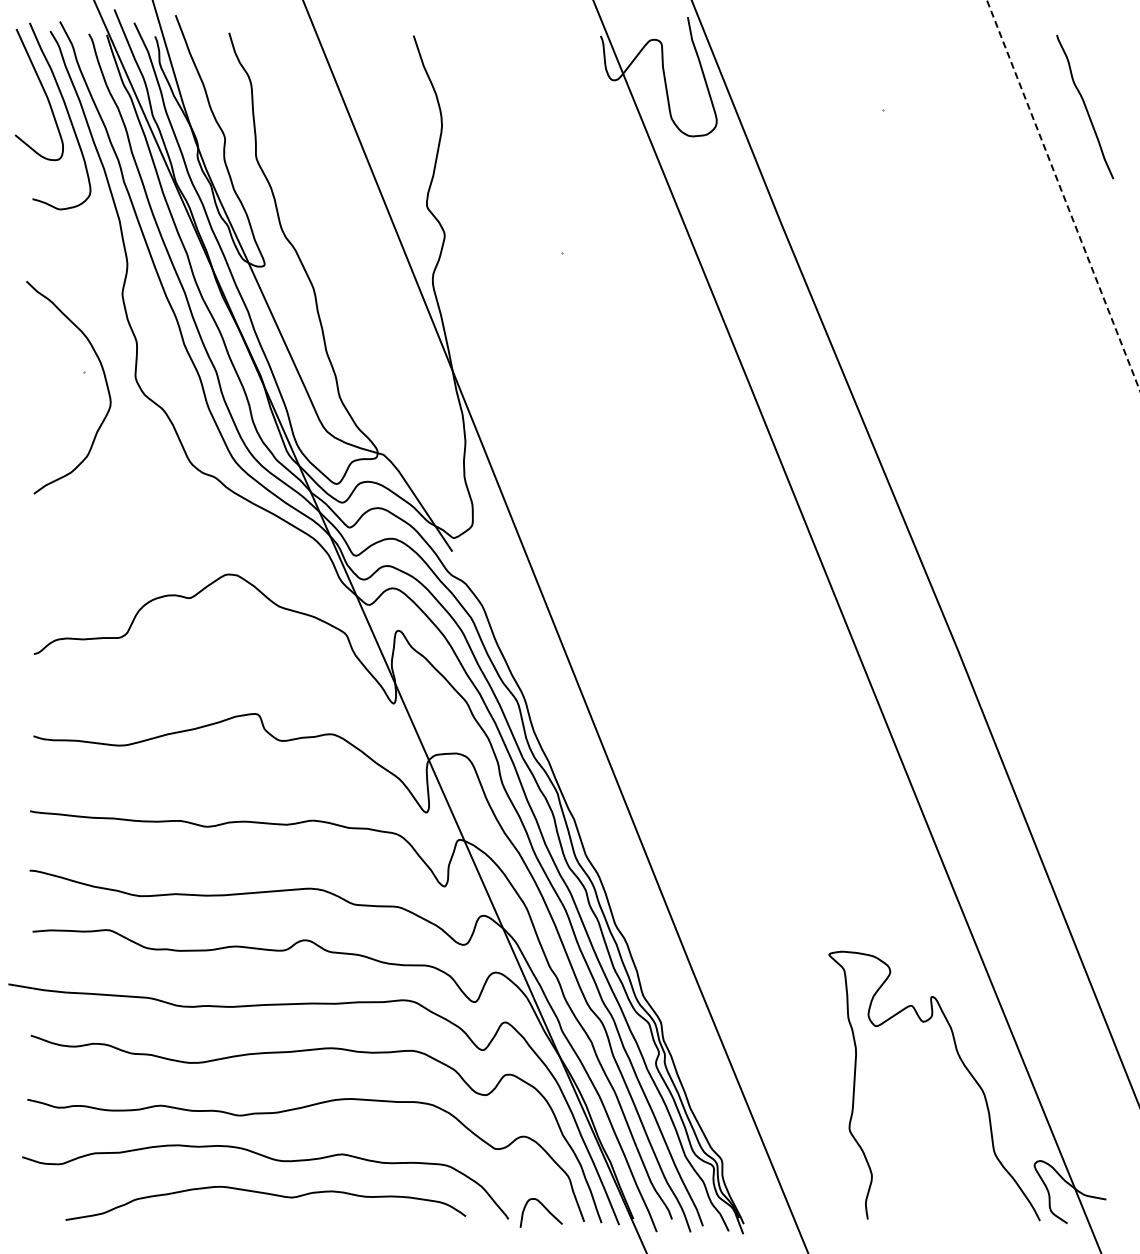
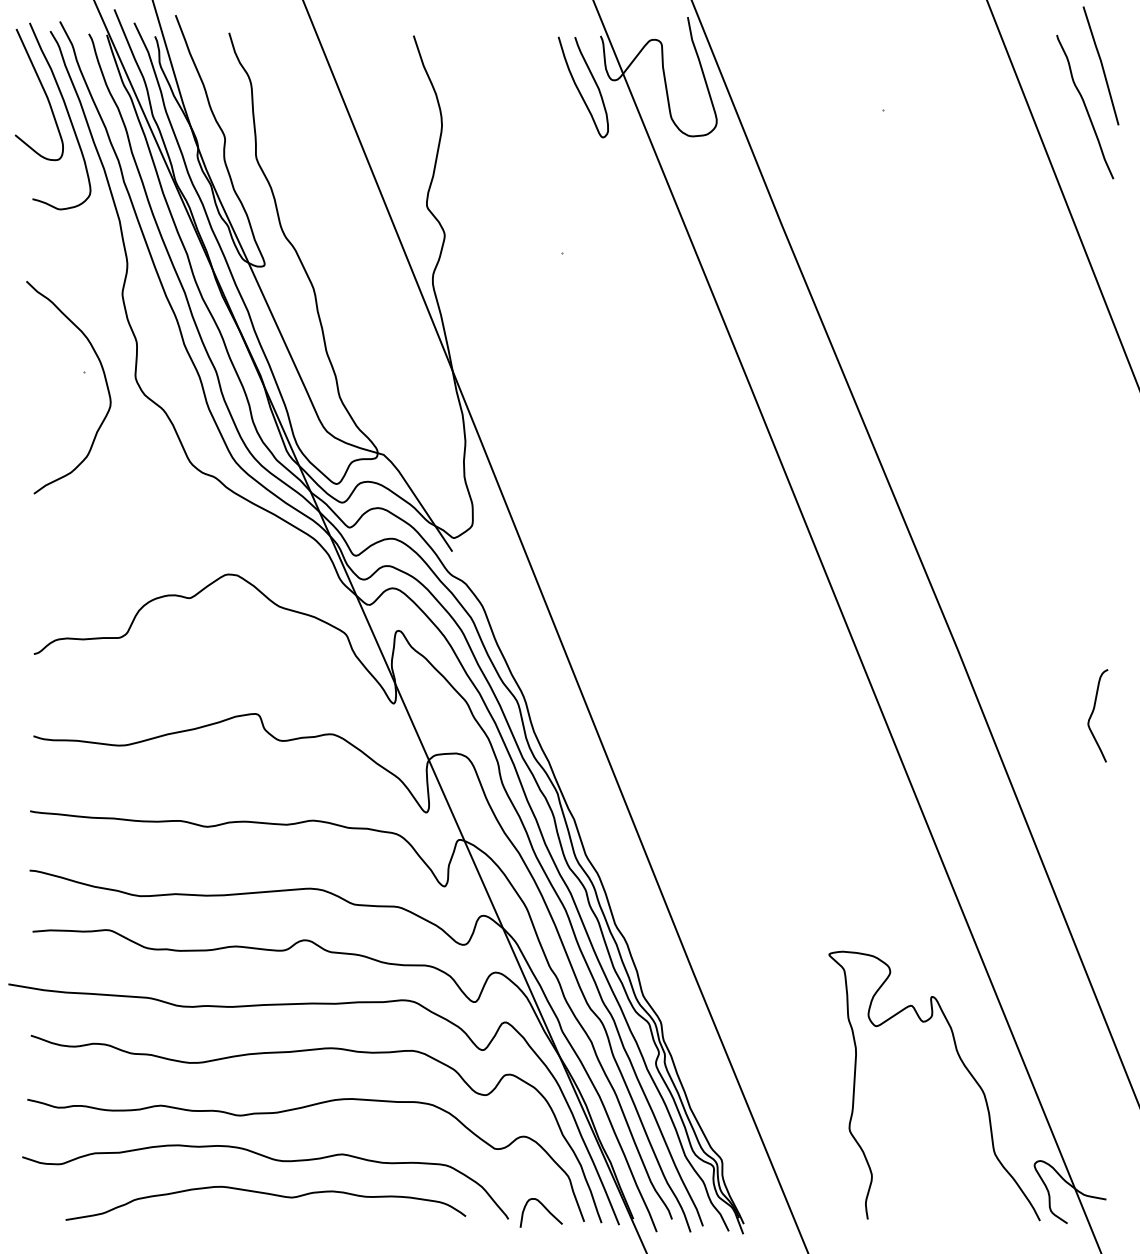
line at (1101, 65): none -> present
curve at (579, 89): none -> present
line at (1063, 196): dashed -> solid
curve at (1093, 713): none -> present
